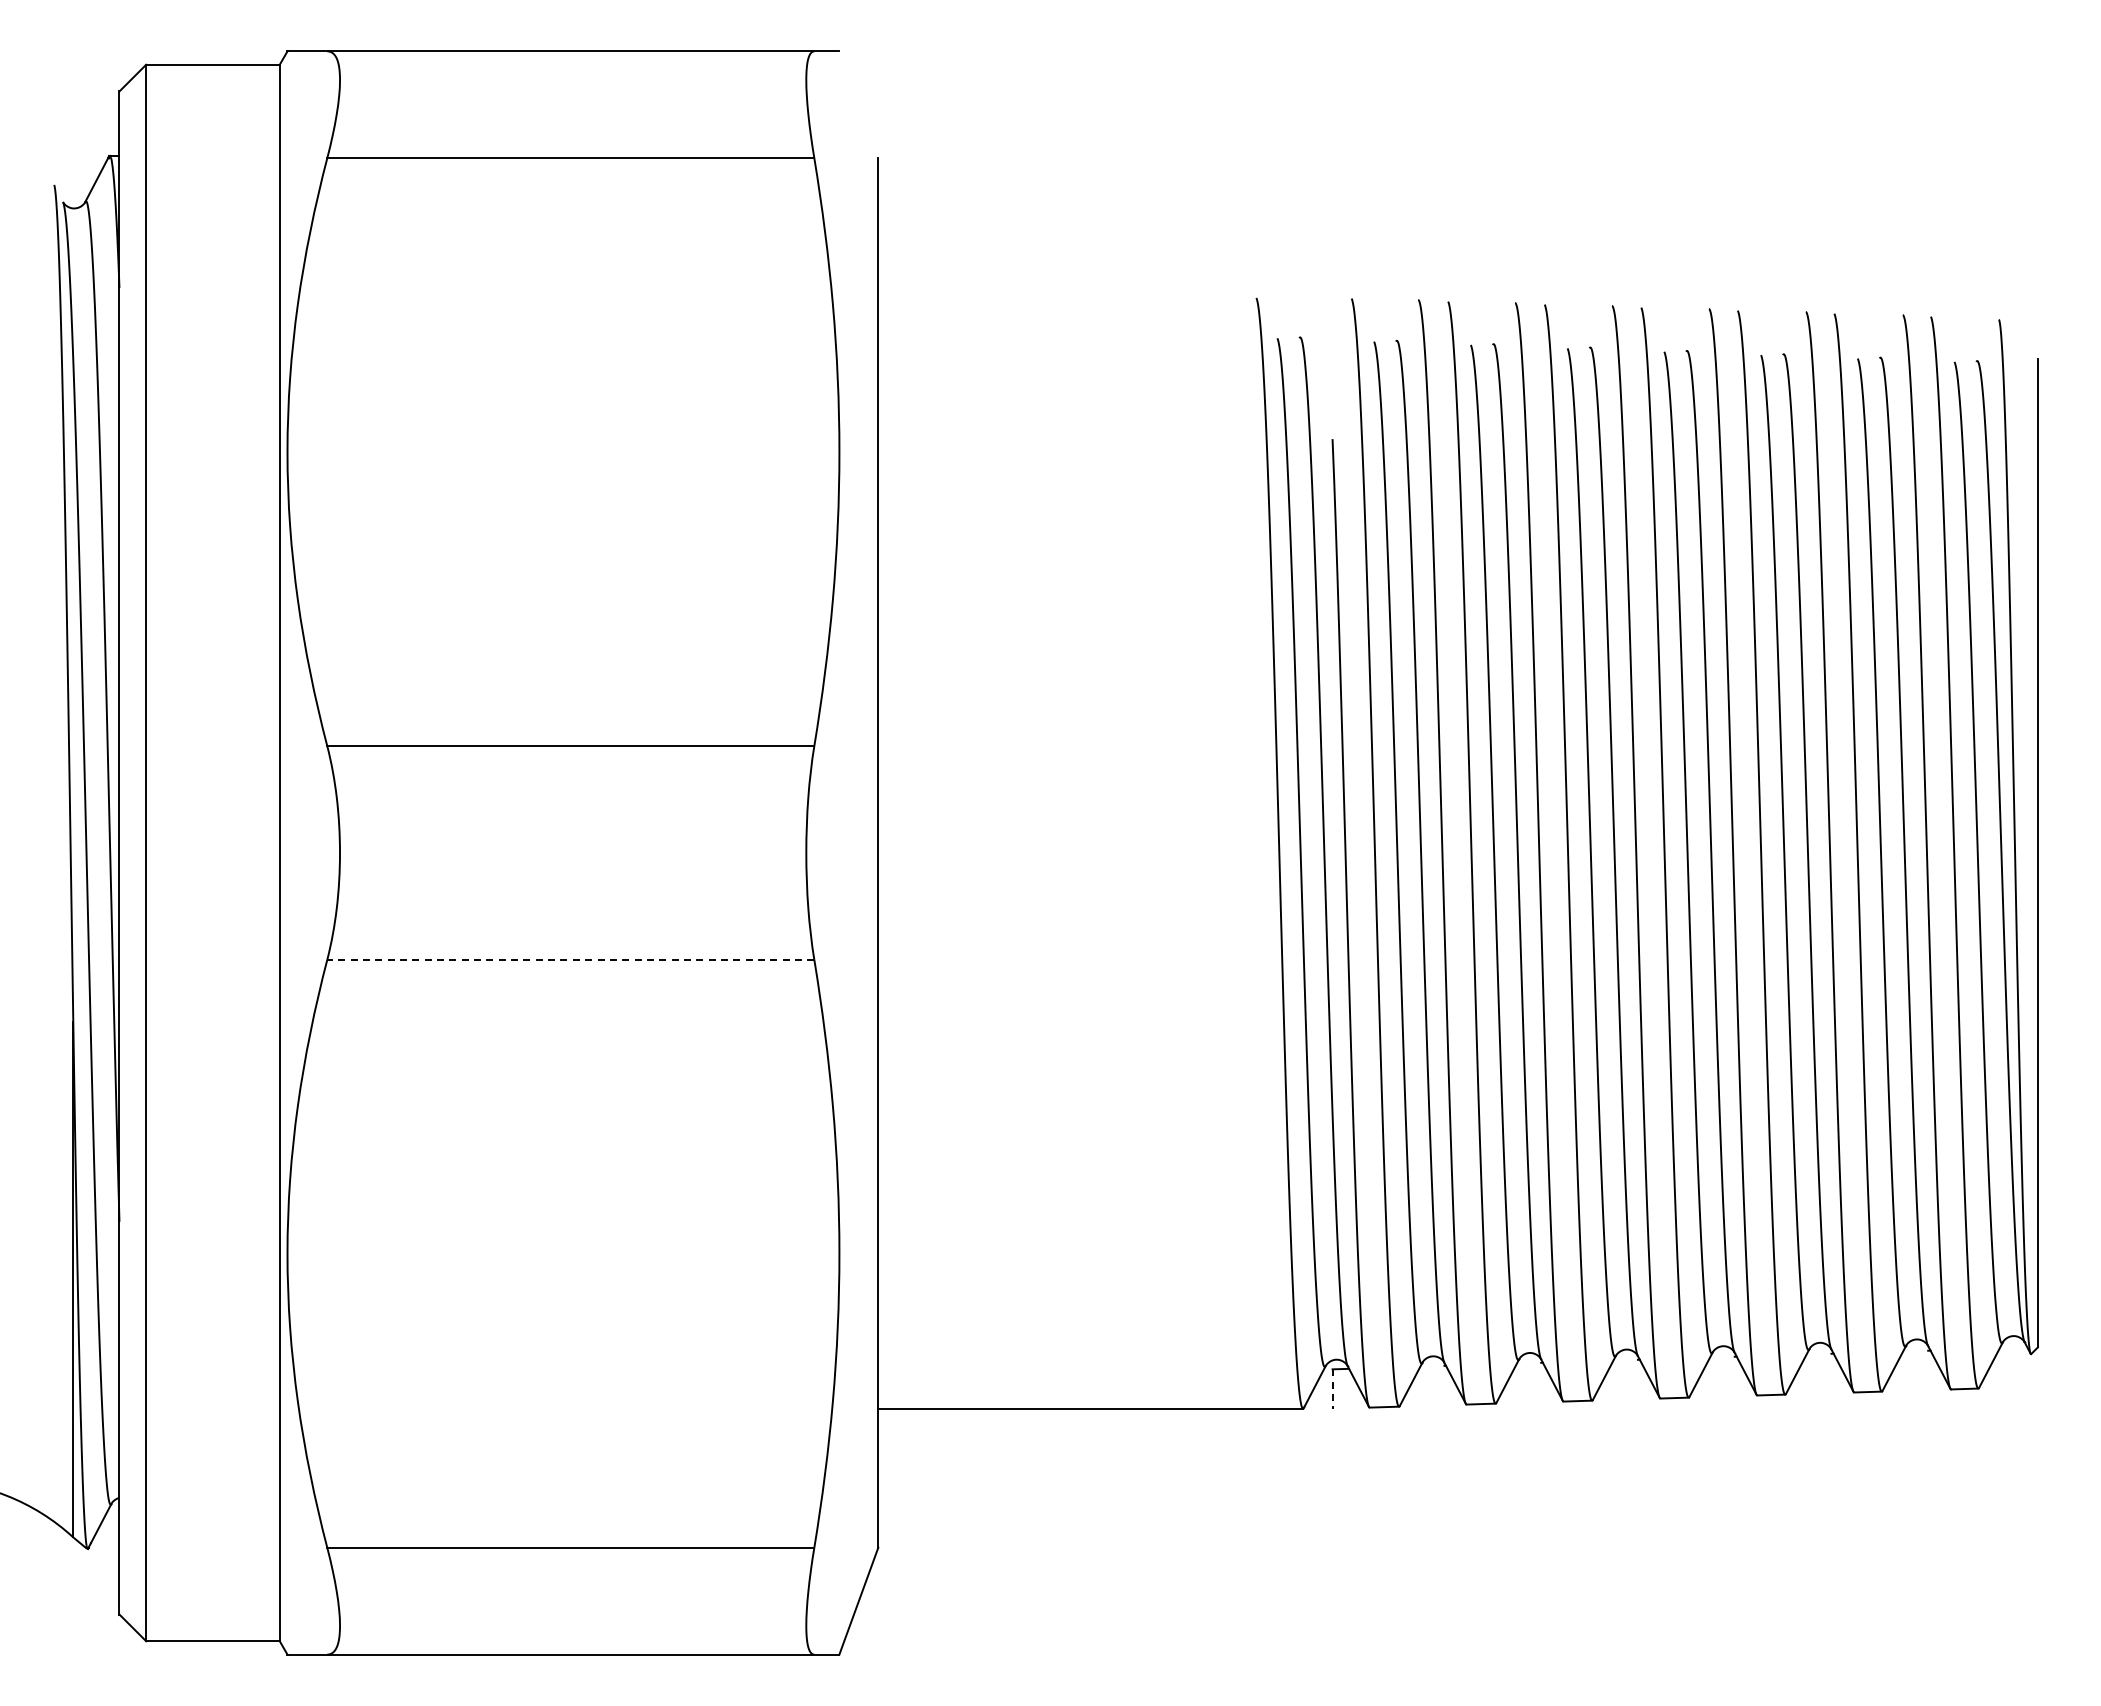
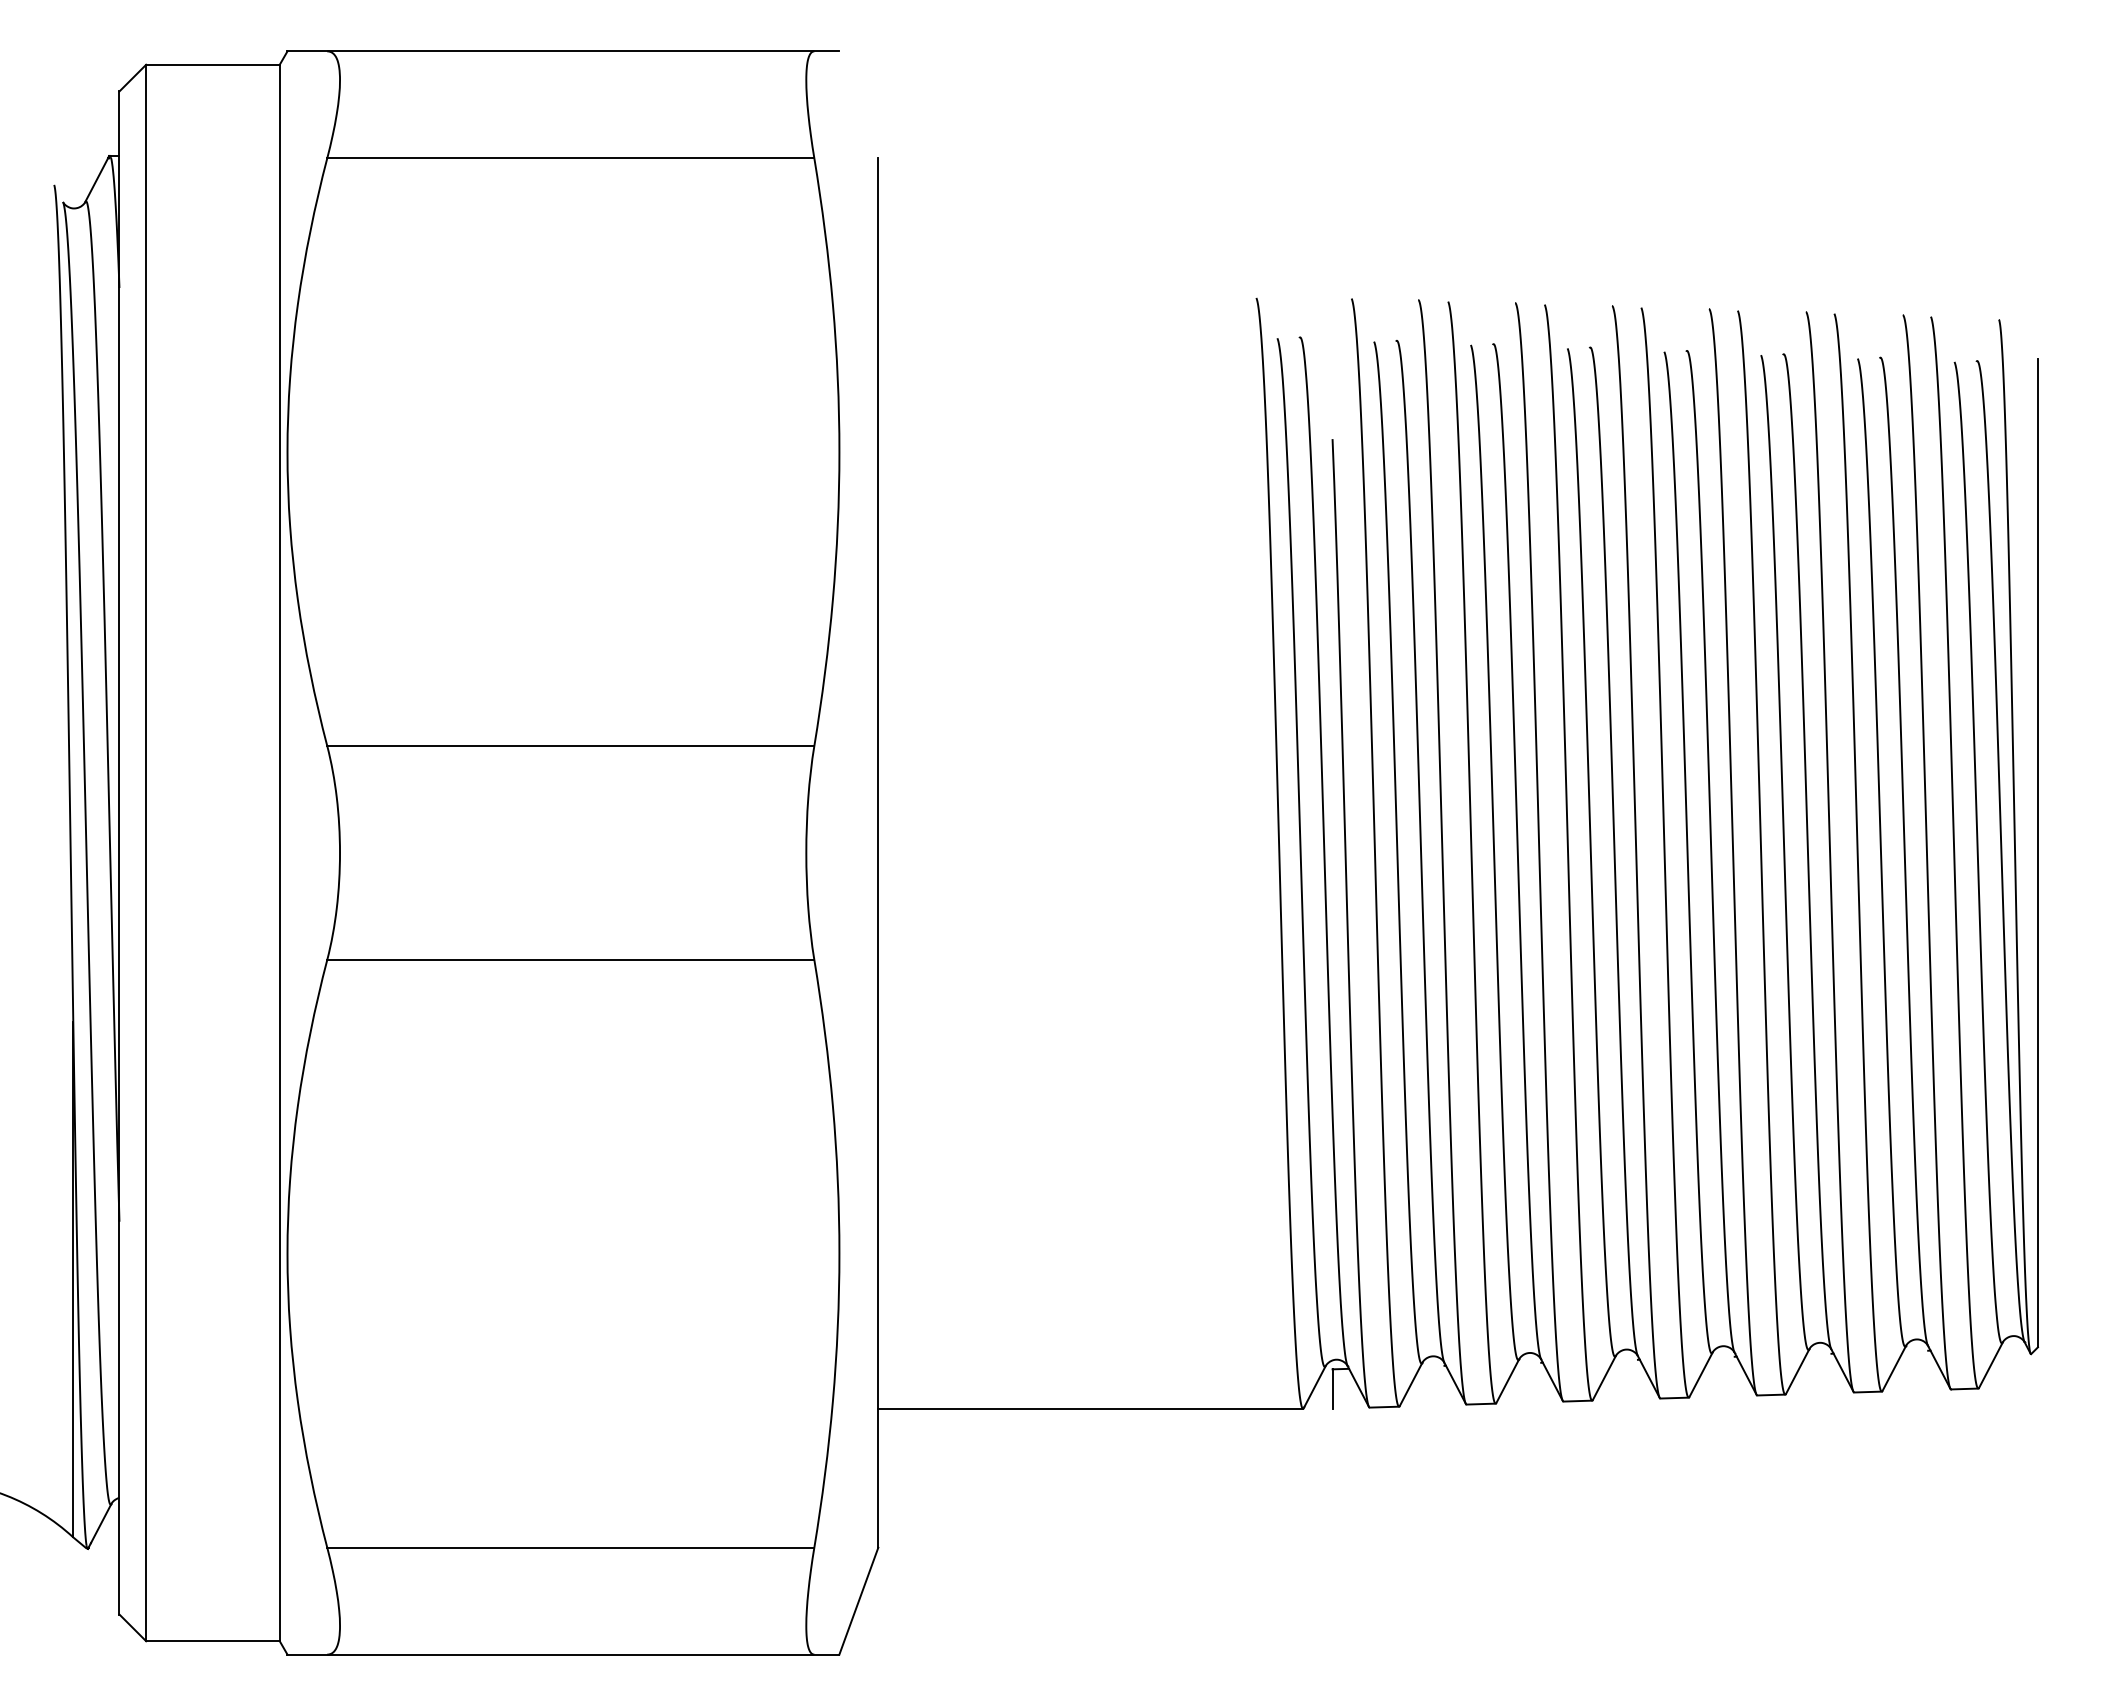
line at (570, 959): dashed -> solid
line at (1332, 1389): dashed -> solid
